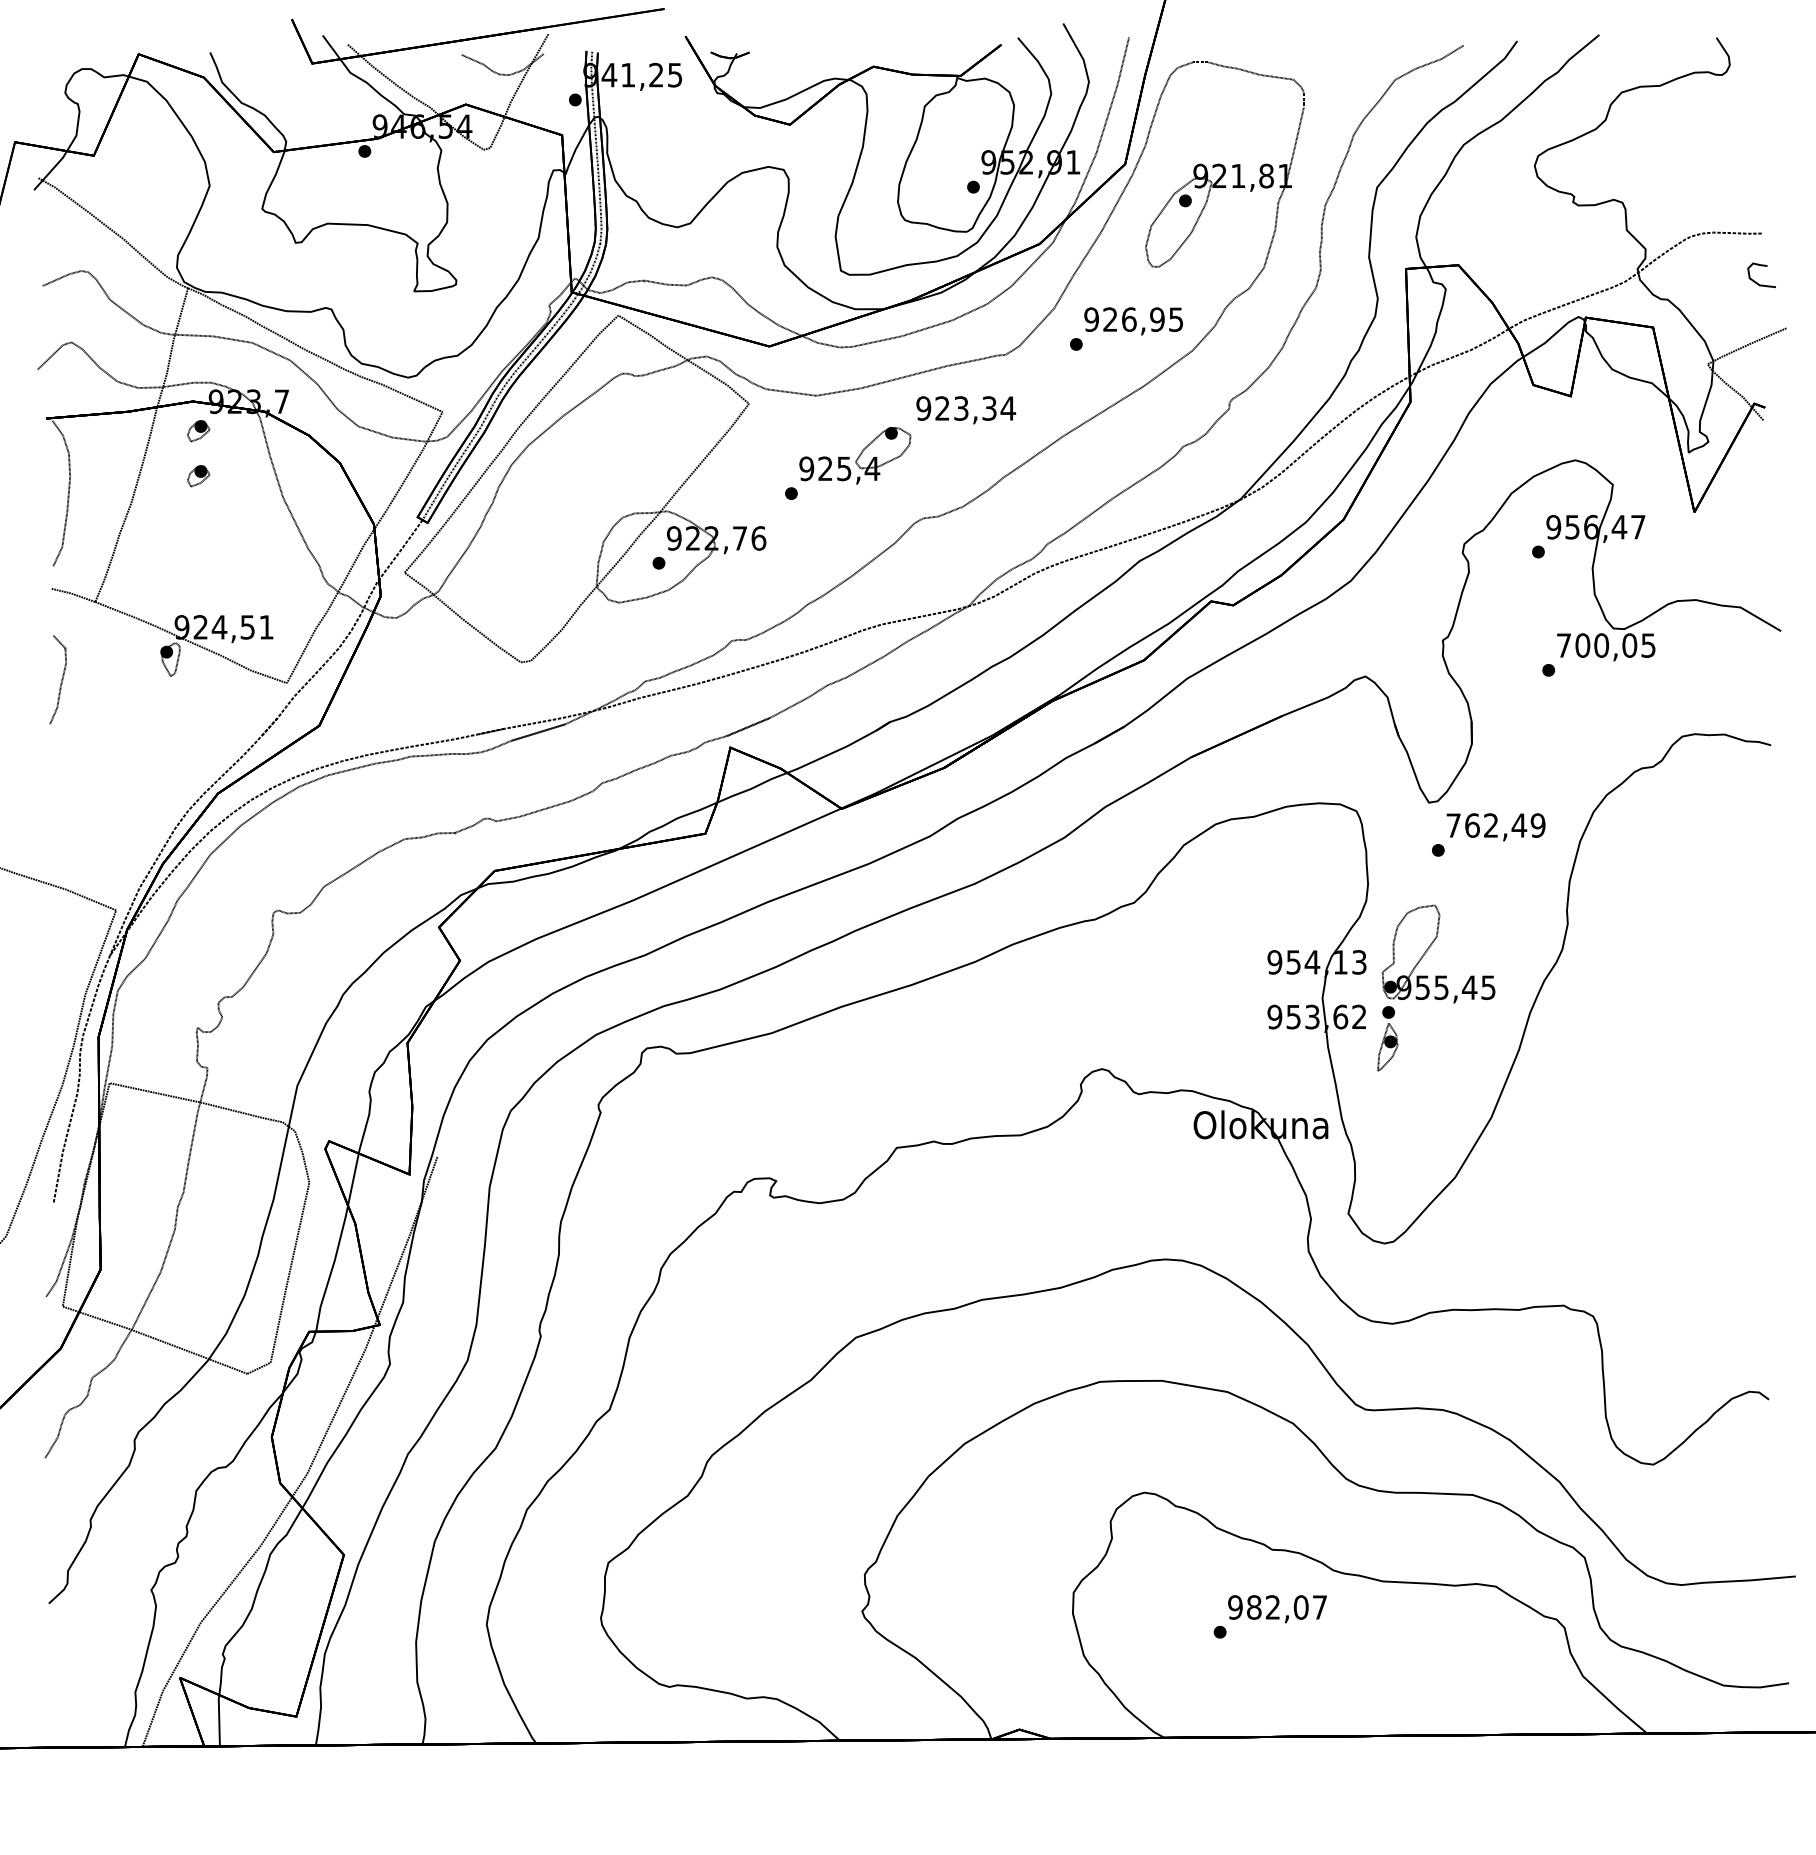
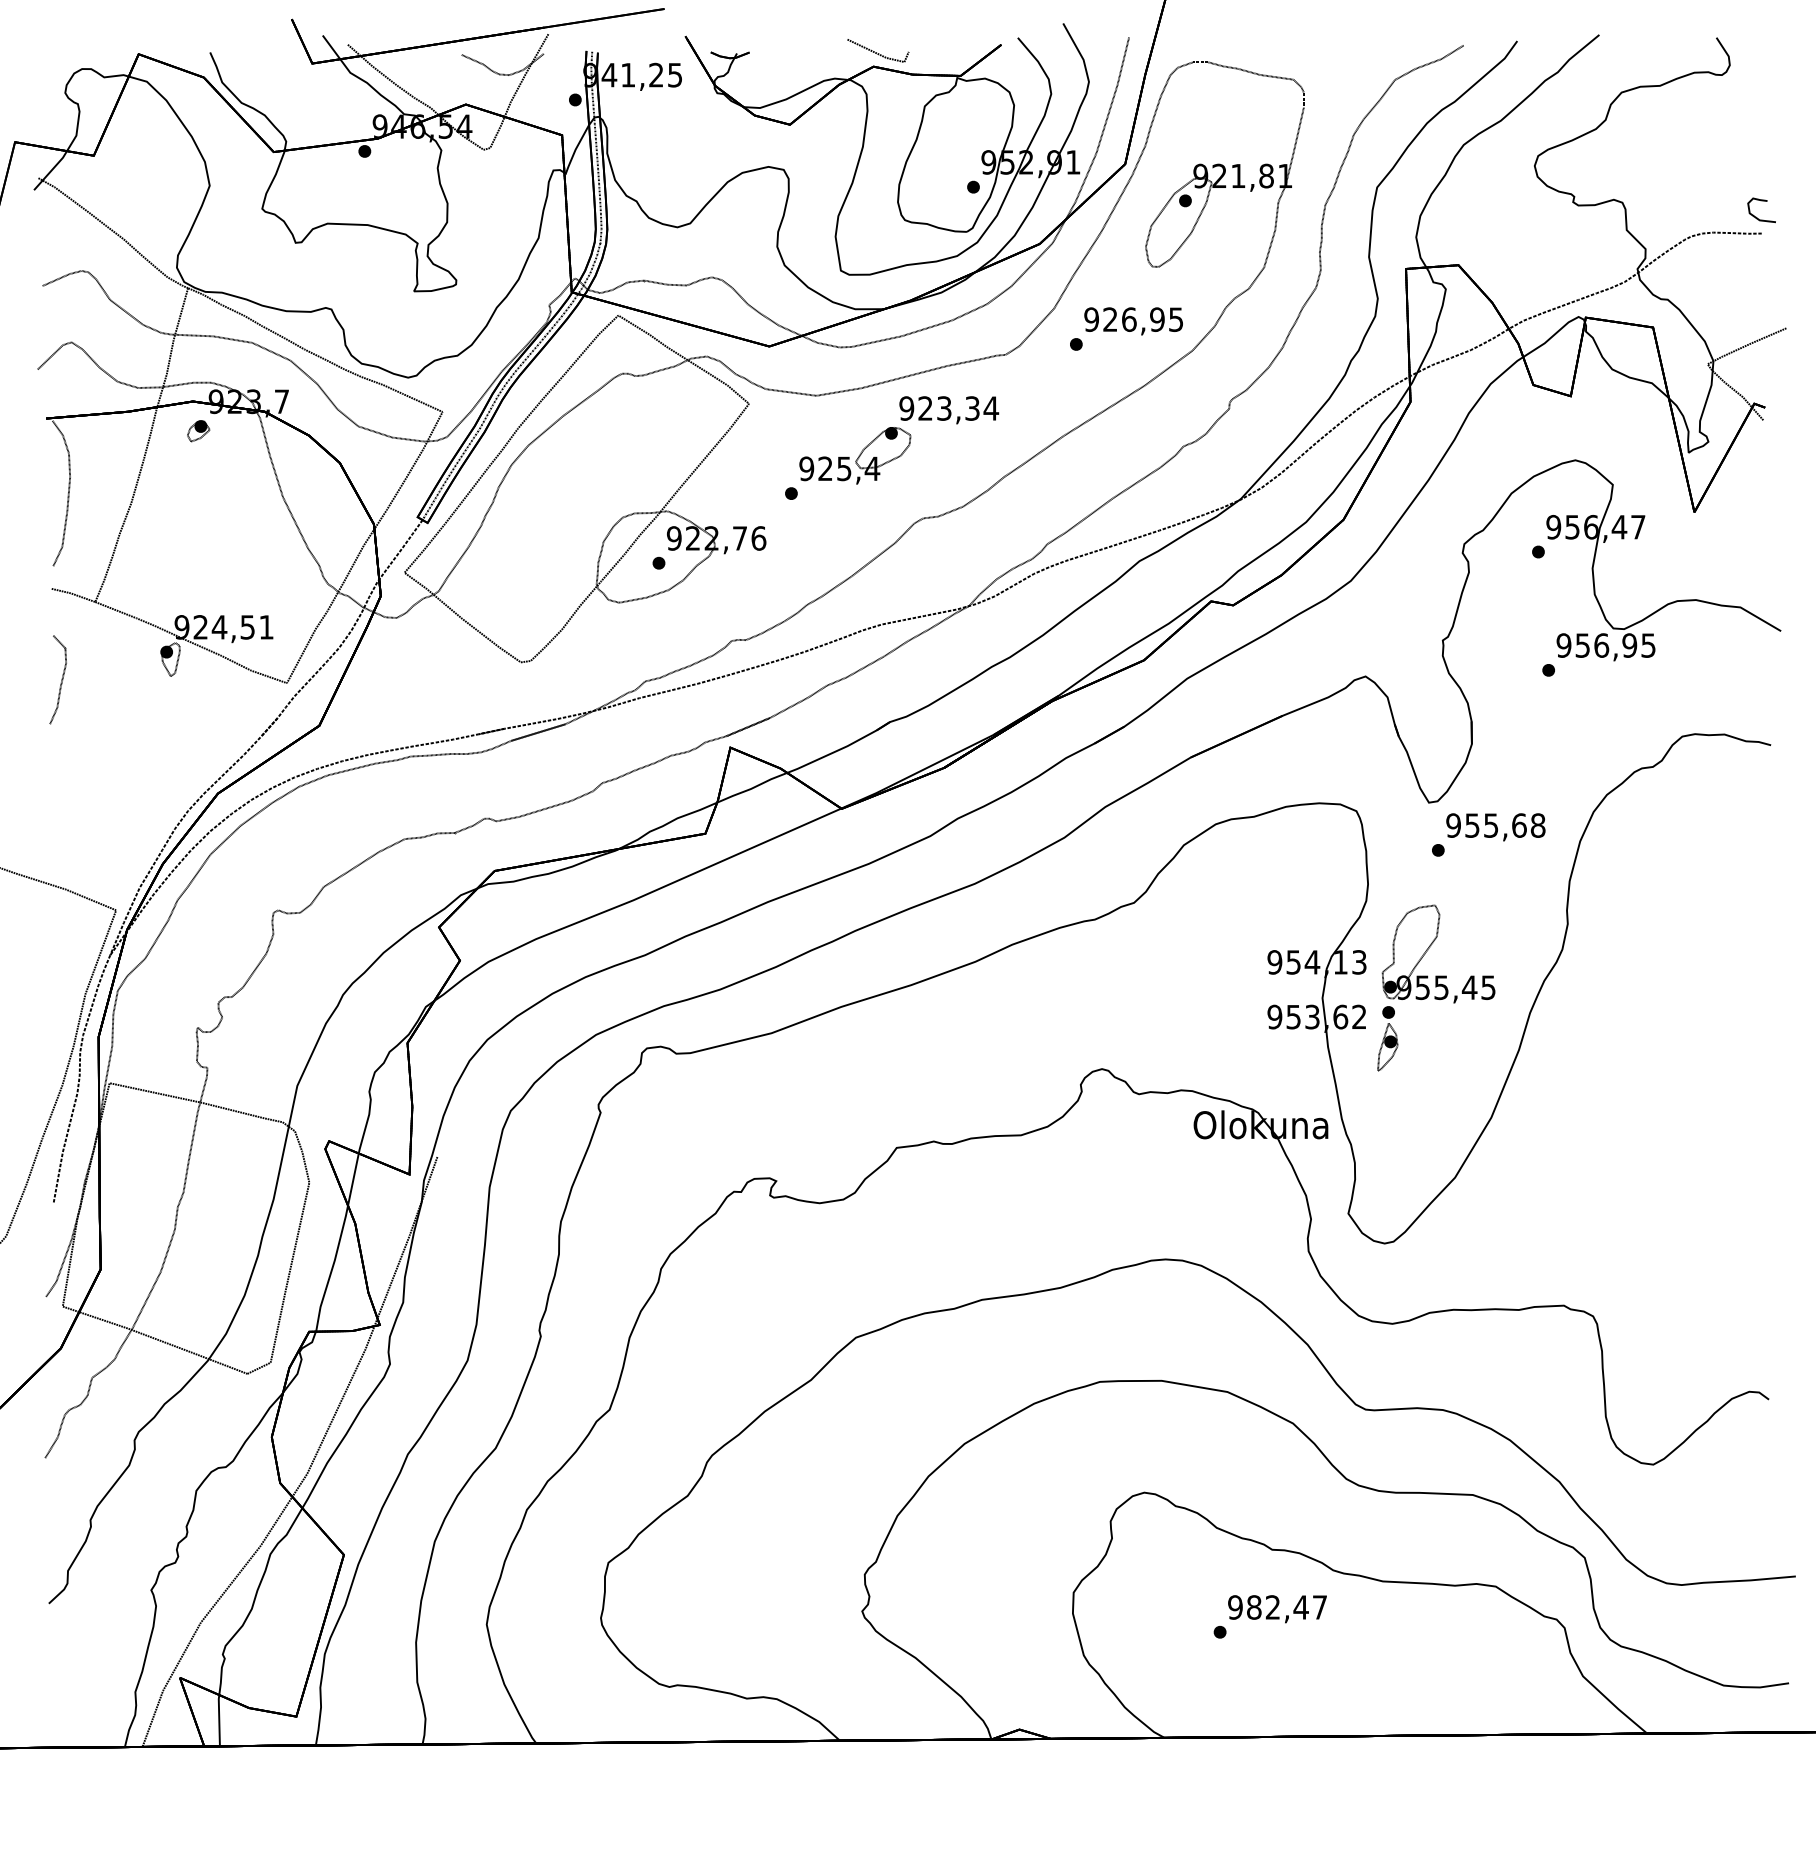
part at (878, 50): none -> present
curve at (1756, 281) position: (1756, 281) -> (1756, 216)
text at (966, 410) position: (966, 410) -> (949, 410)
part at (198, 476): present -> none
text at (1596, 645): 700,05 -> 956,95
text at (1495, 825): 762,49 -> 955,68
text at (1300, 1607): 982,07 -> 982,47
